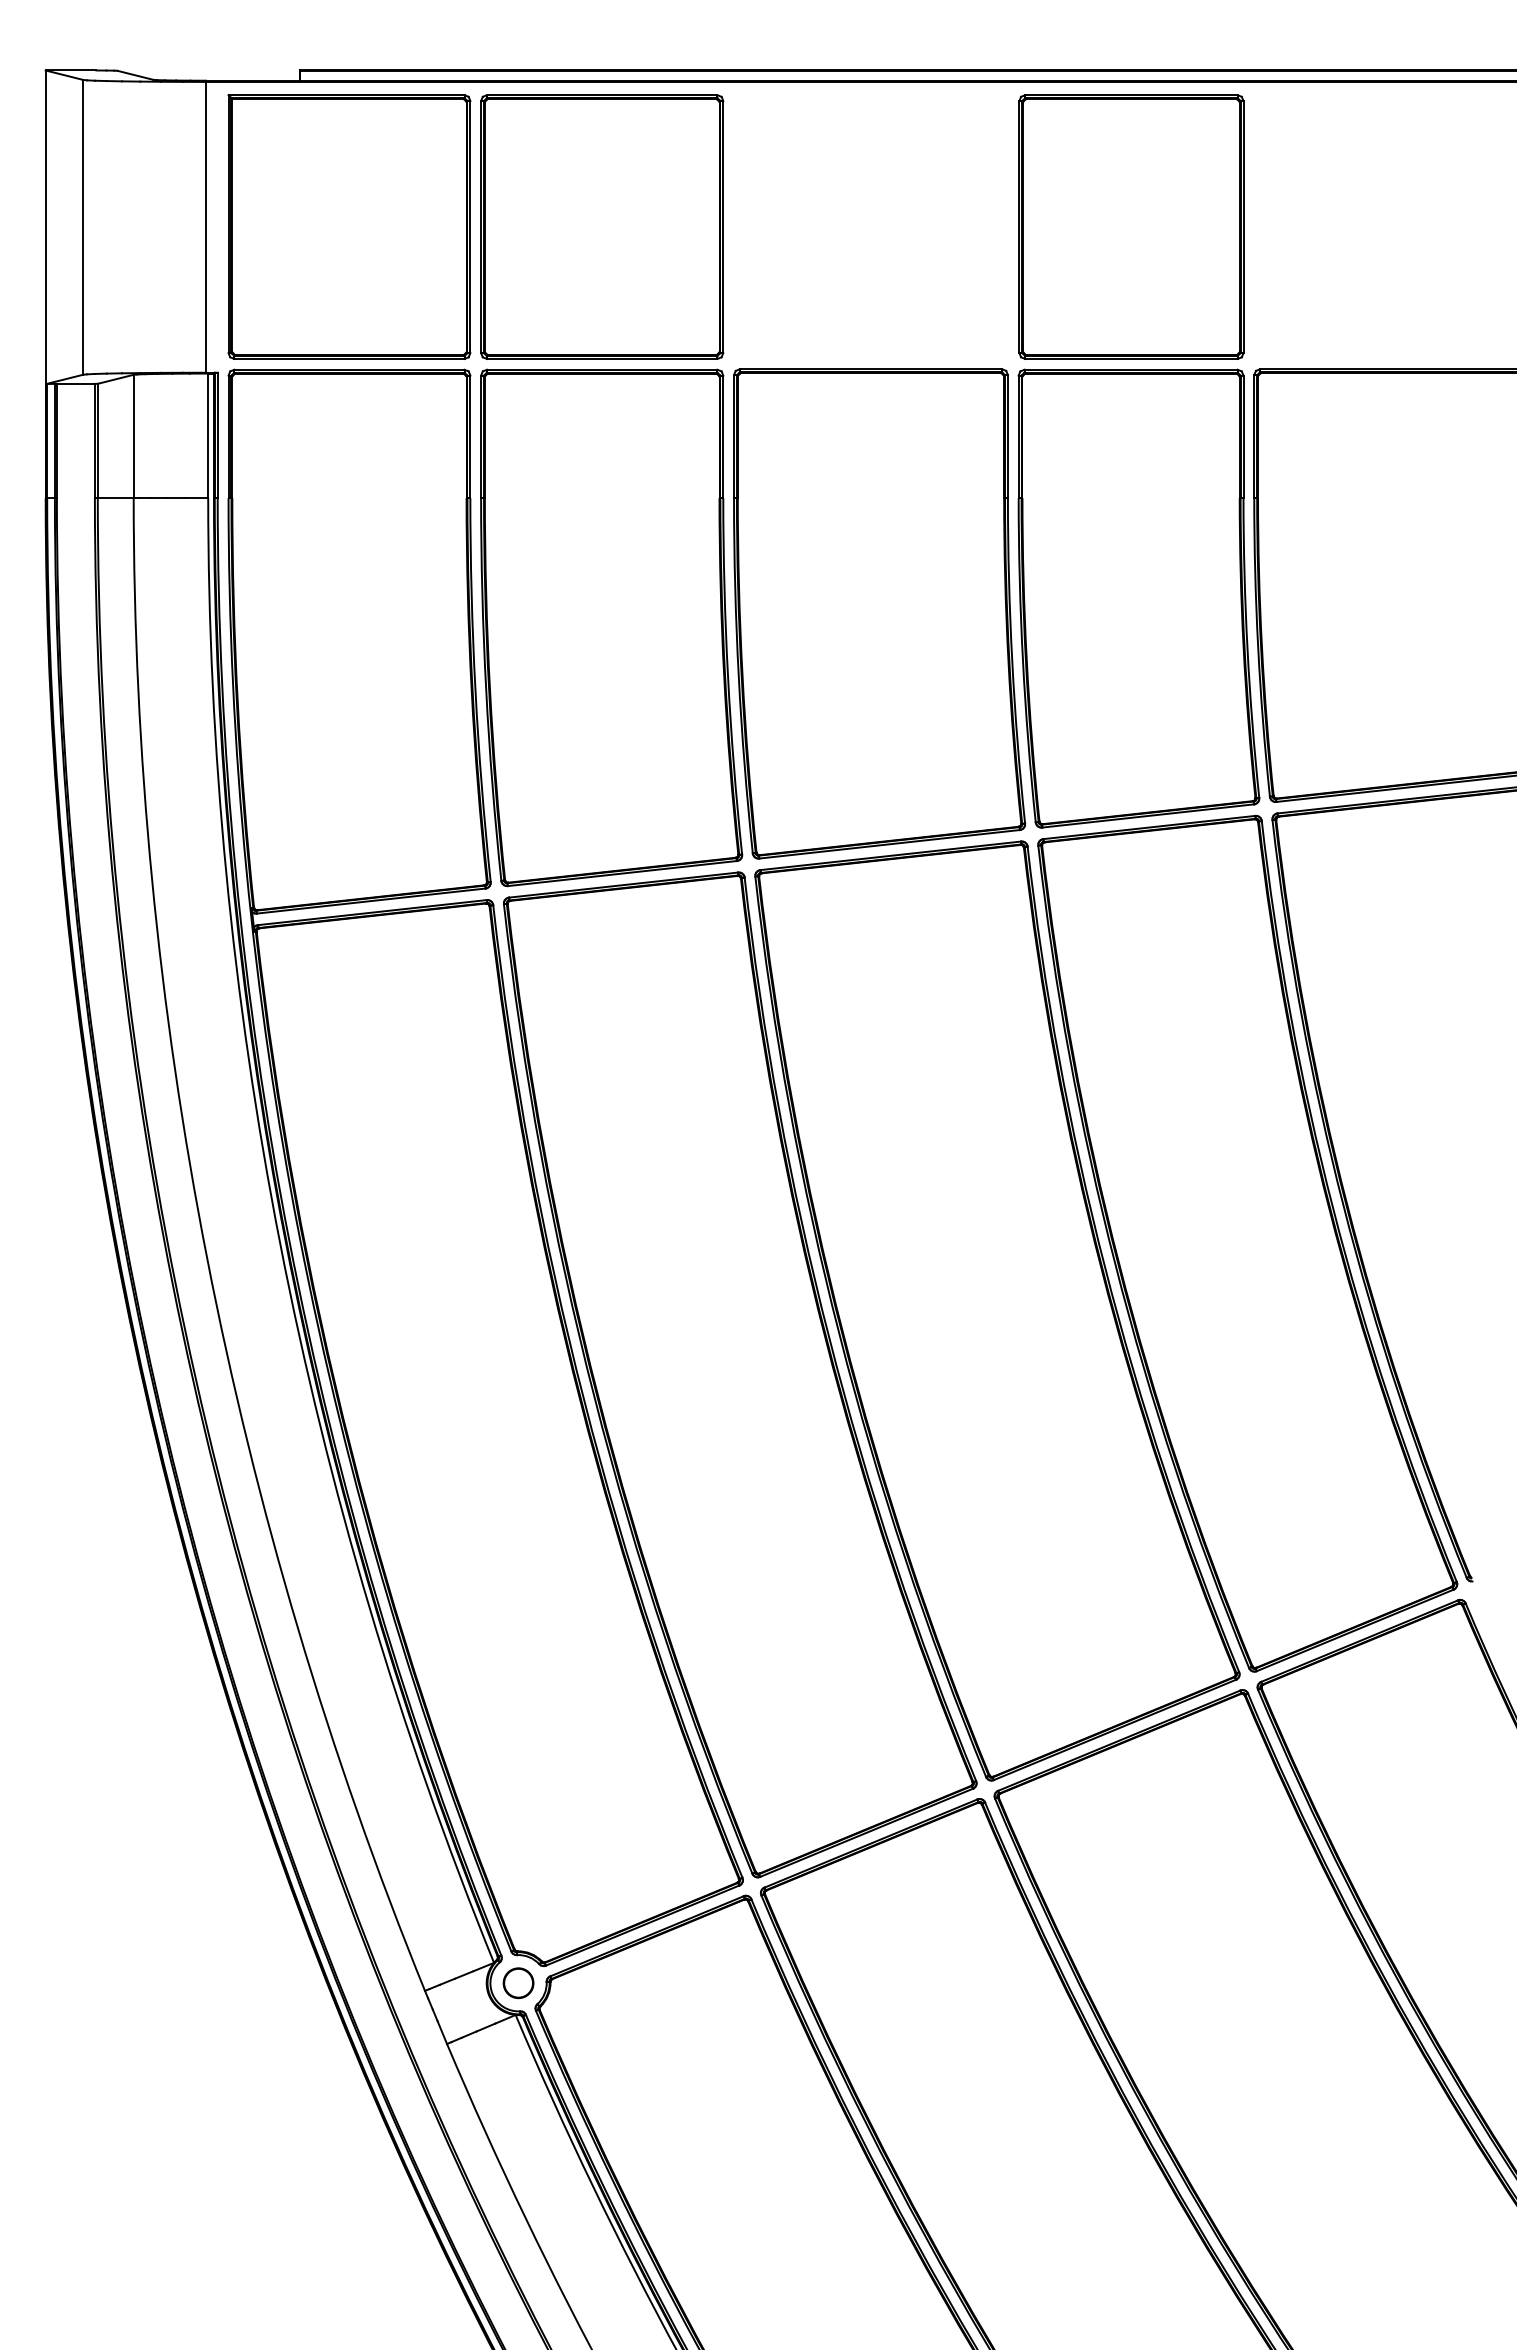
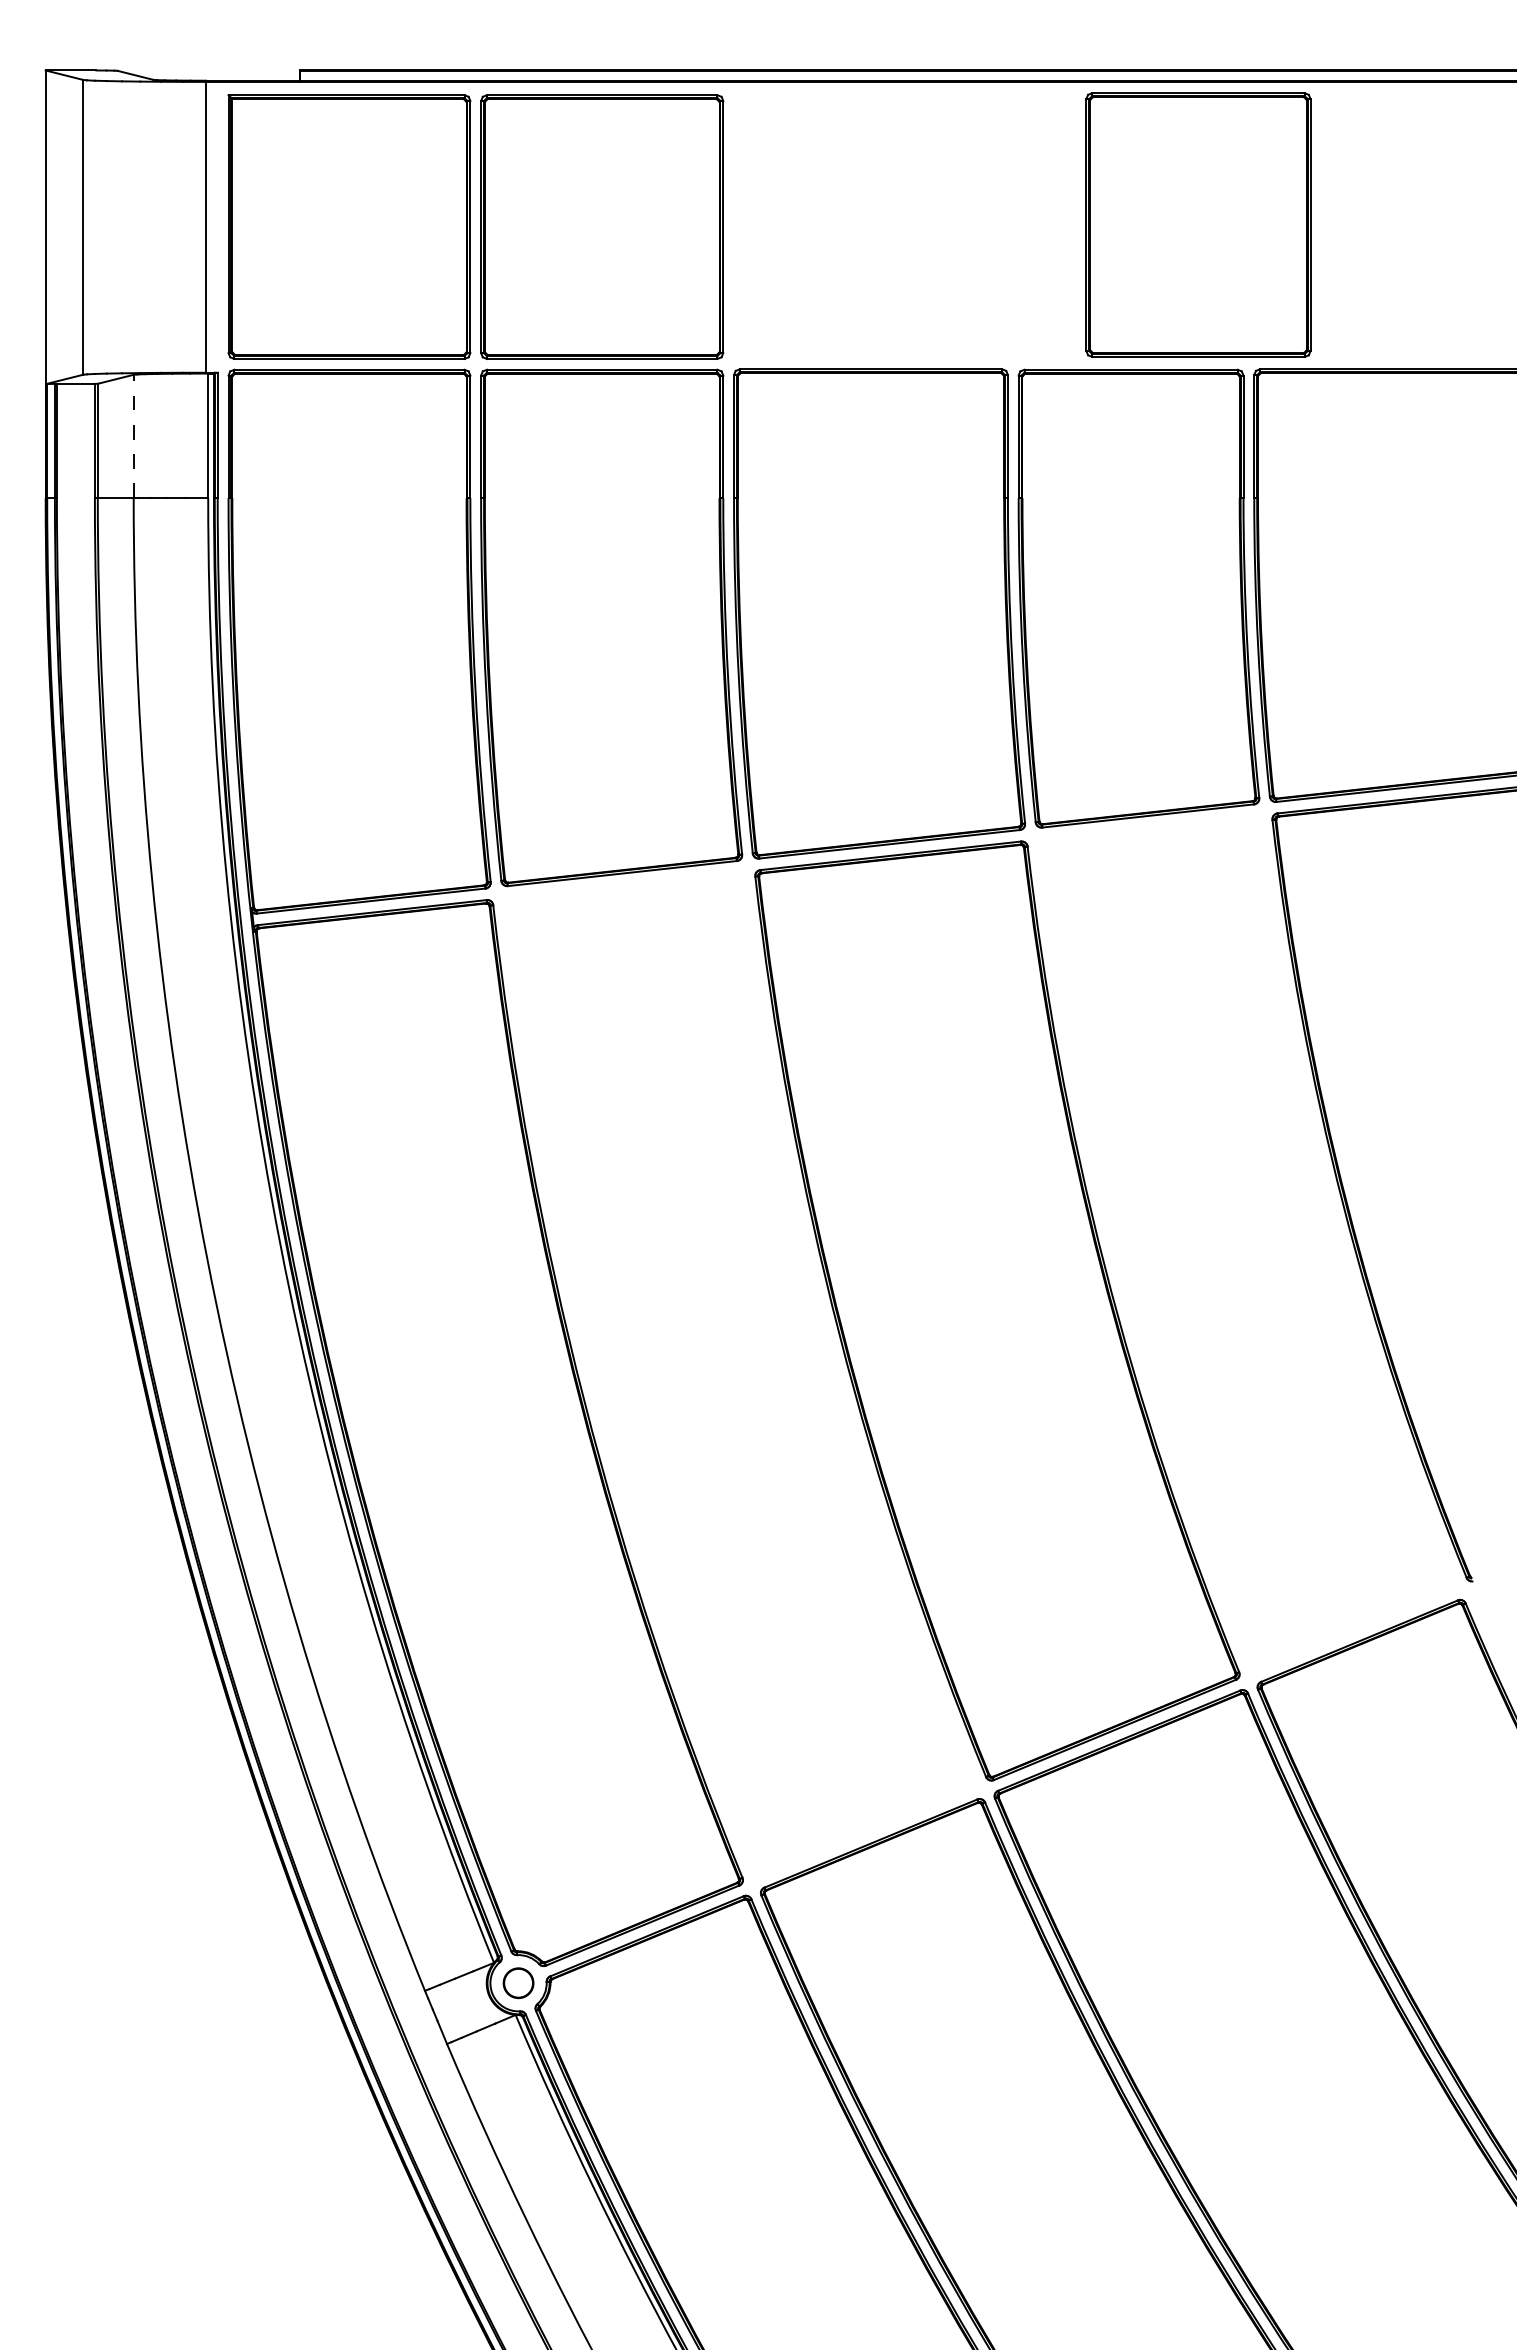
part at (1131, 226) position: (1131, 226) -> (1198, 224)
line at (133, 436): solid -> dashed
part at (1247, 1243): present -> none
part at (740, 1374): present -> none
